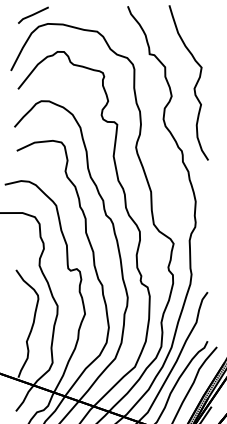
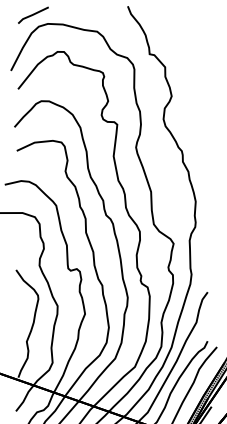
curve at (194, 86): present -> none
